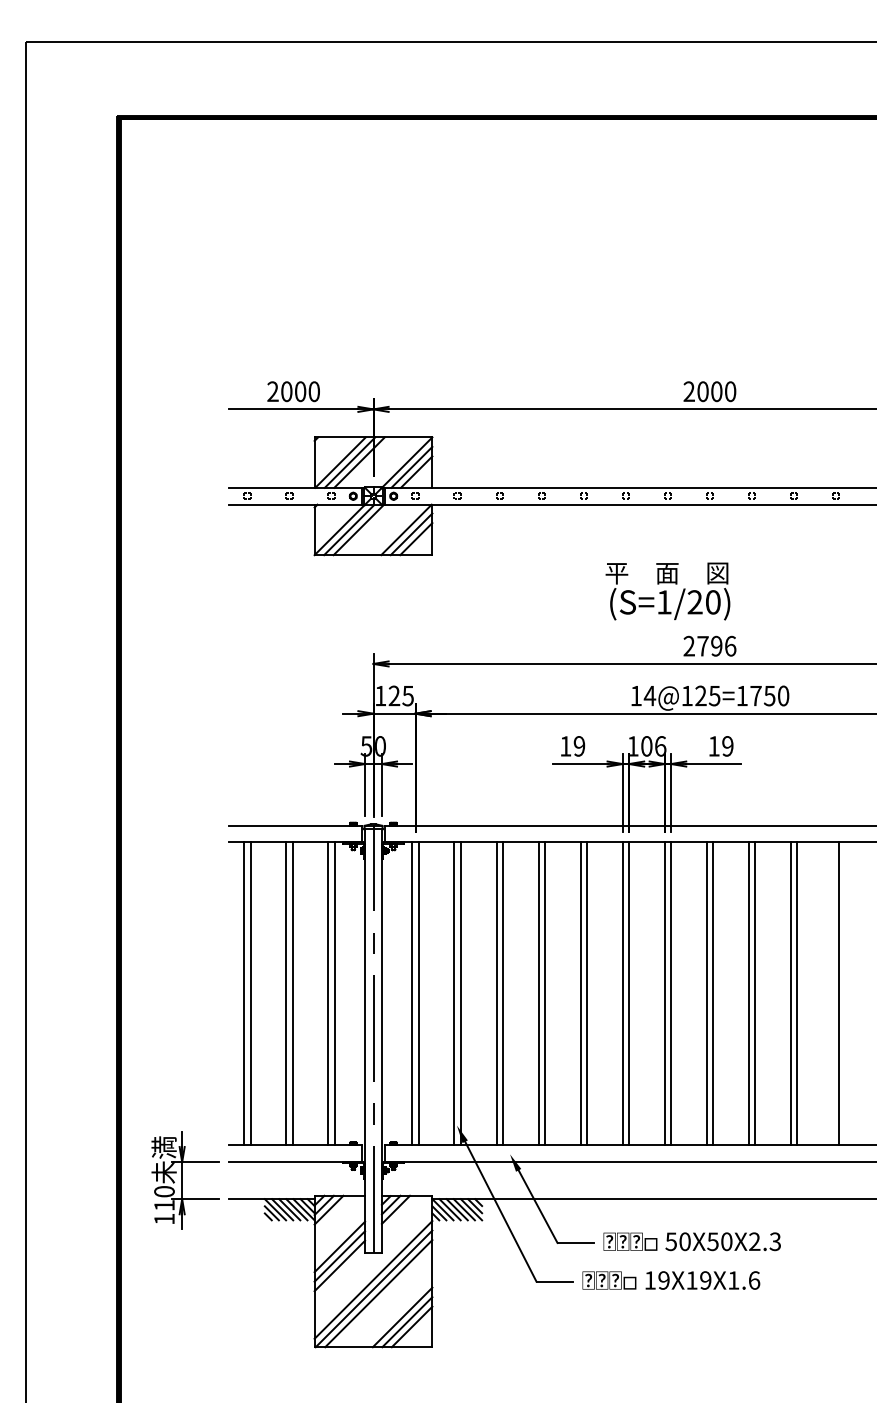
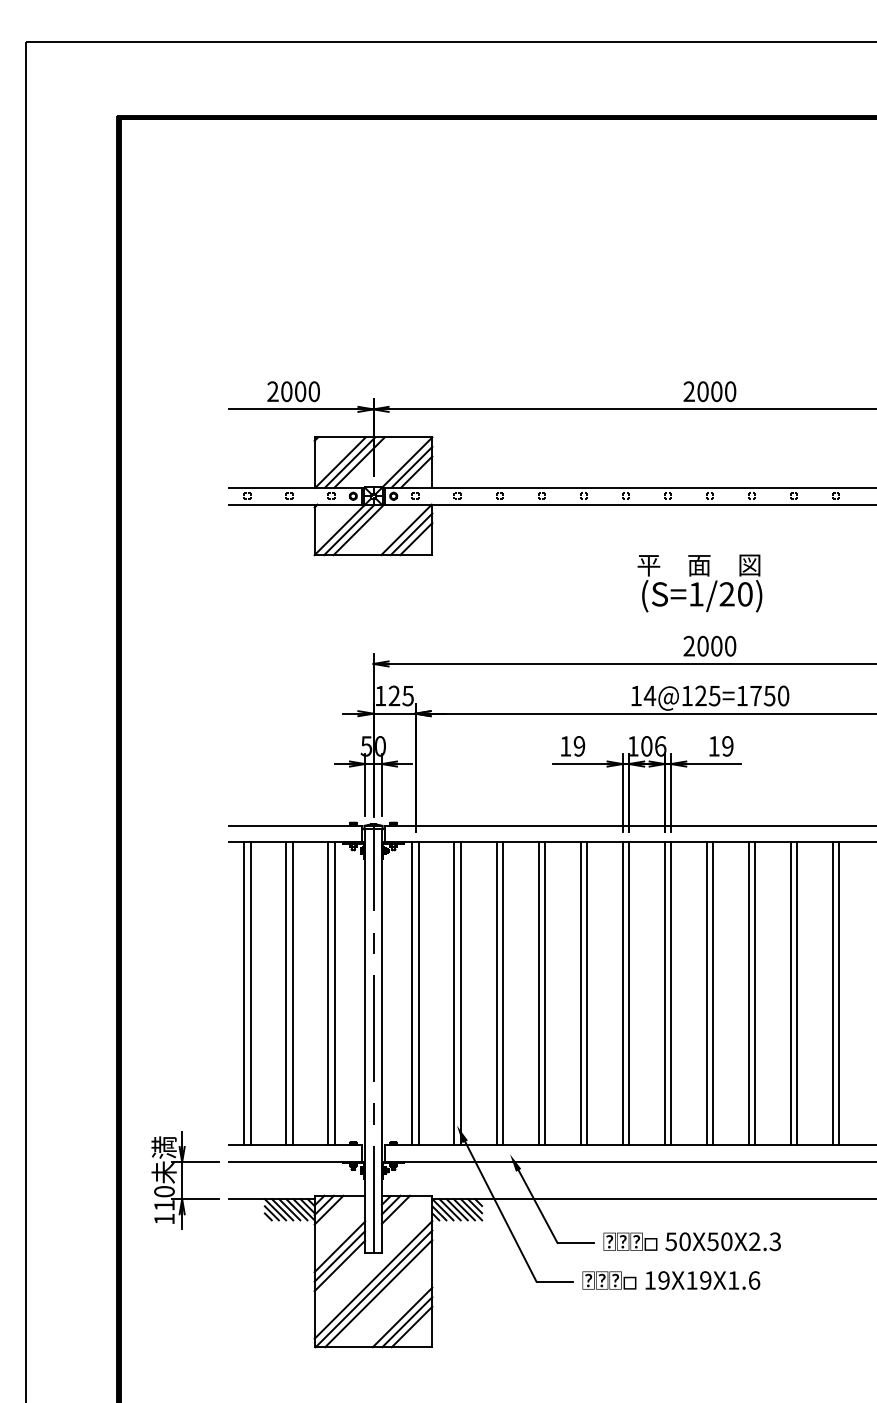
text at (667, 591) position: (667, 591) -> (699, 583)
text at (716, 645): 2796 -> 2000
line at (832, 993): none -> present
